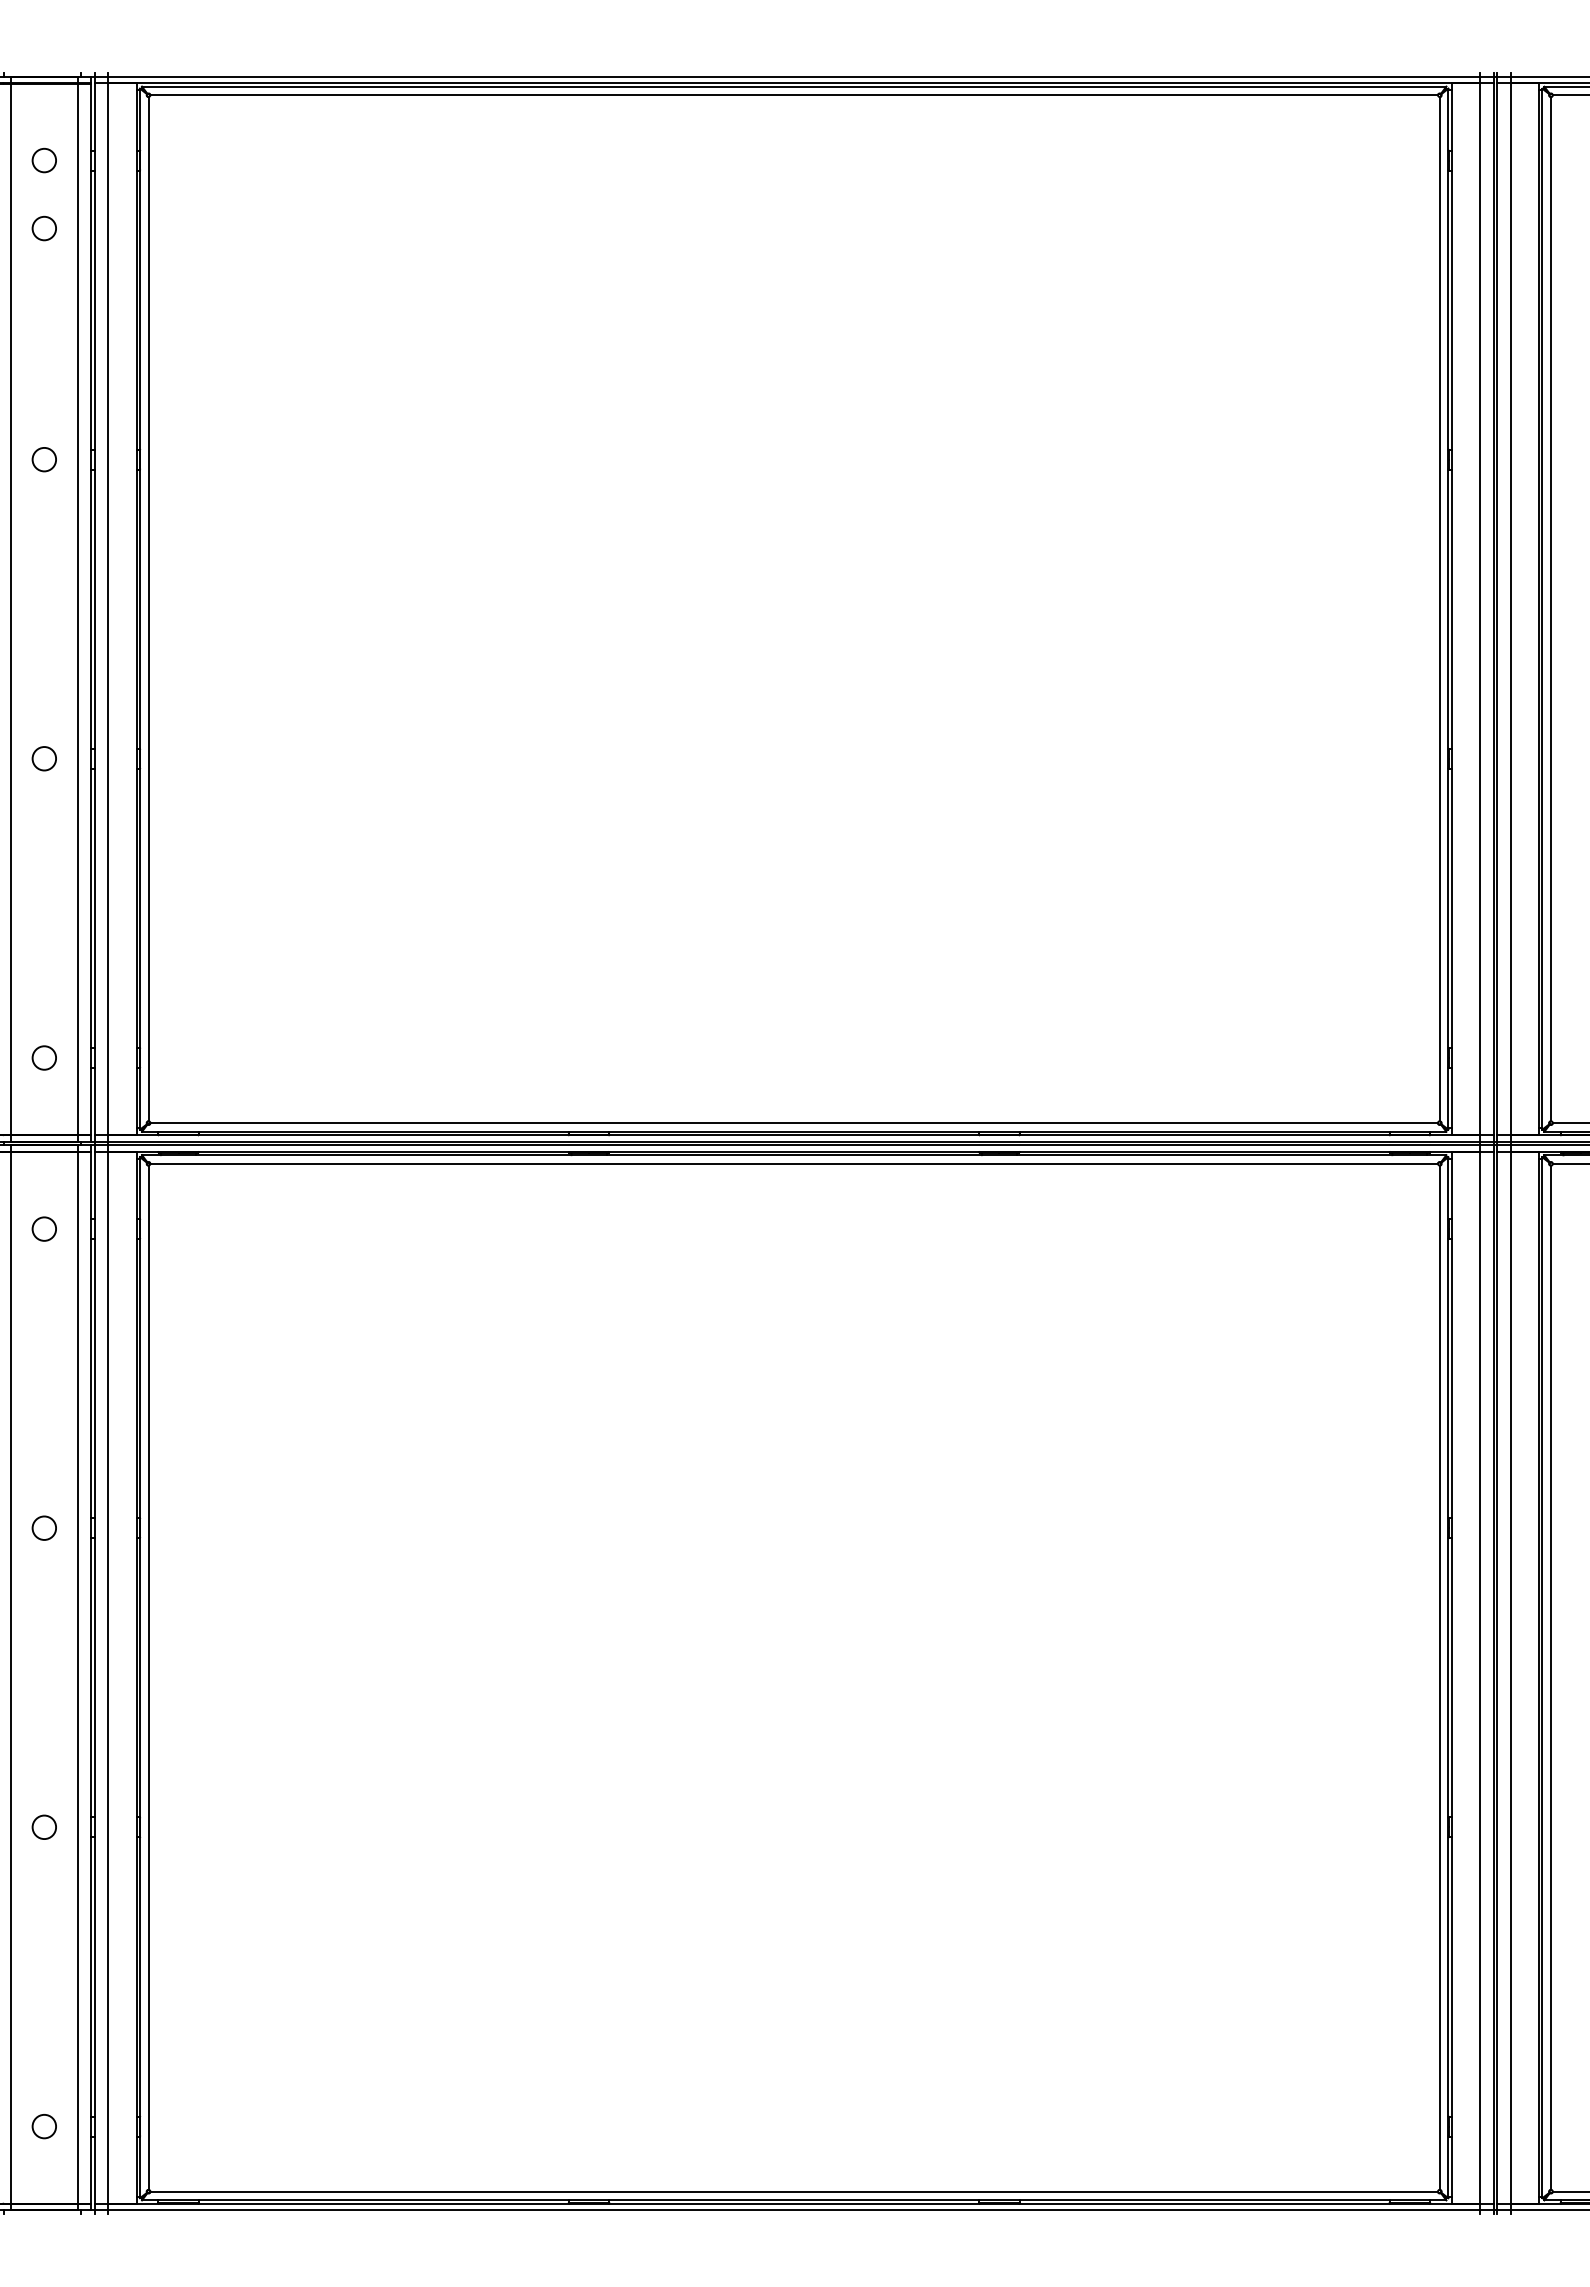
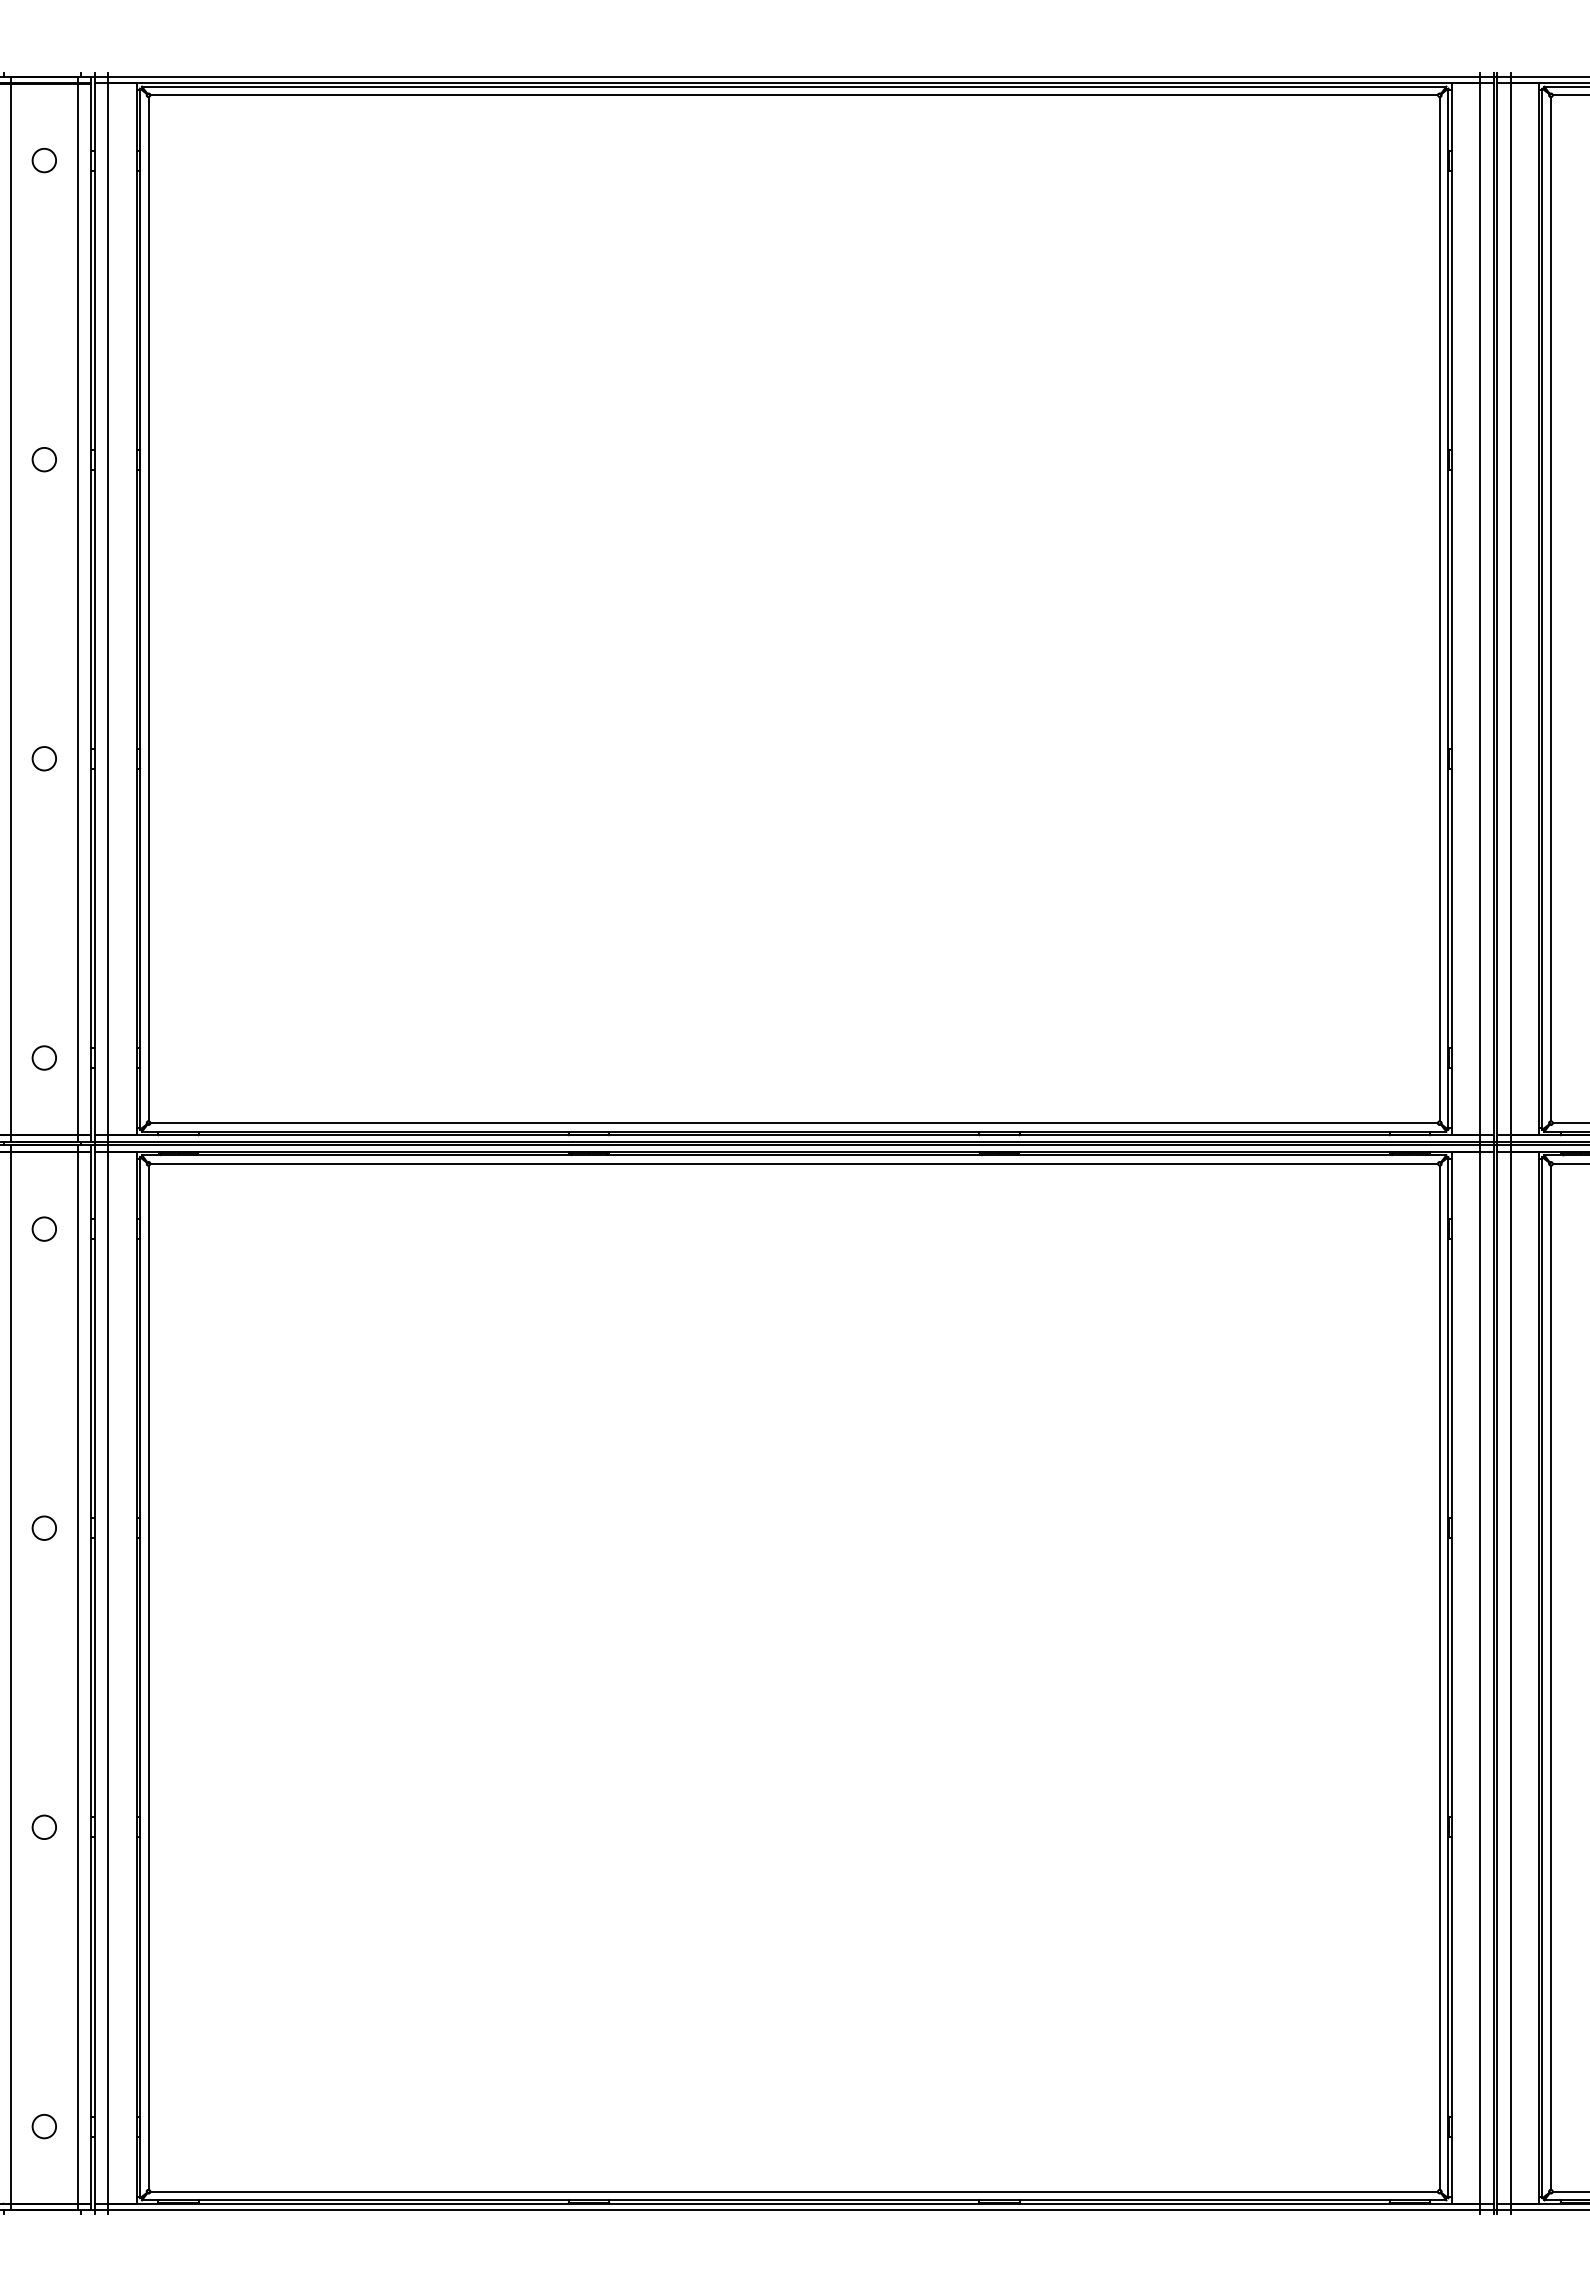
circle at (43, 228): present -> none
